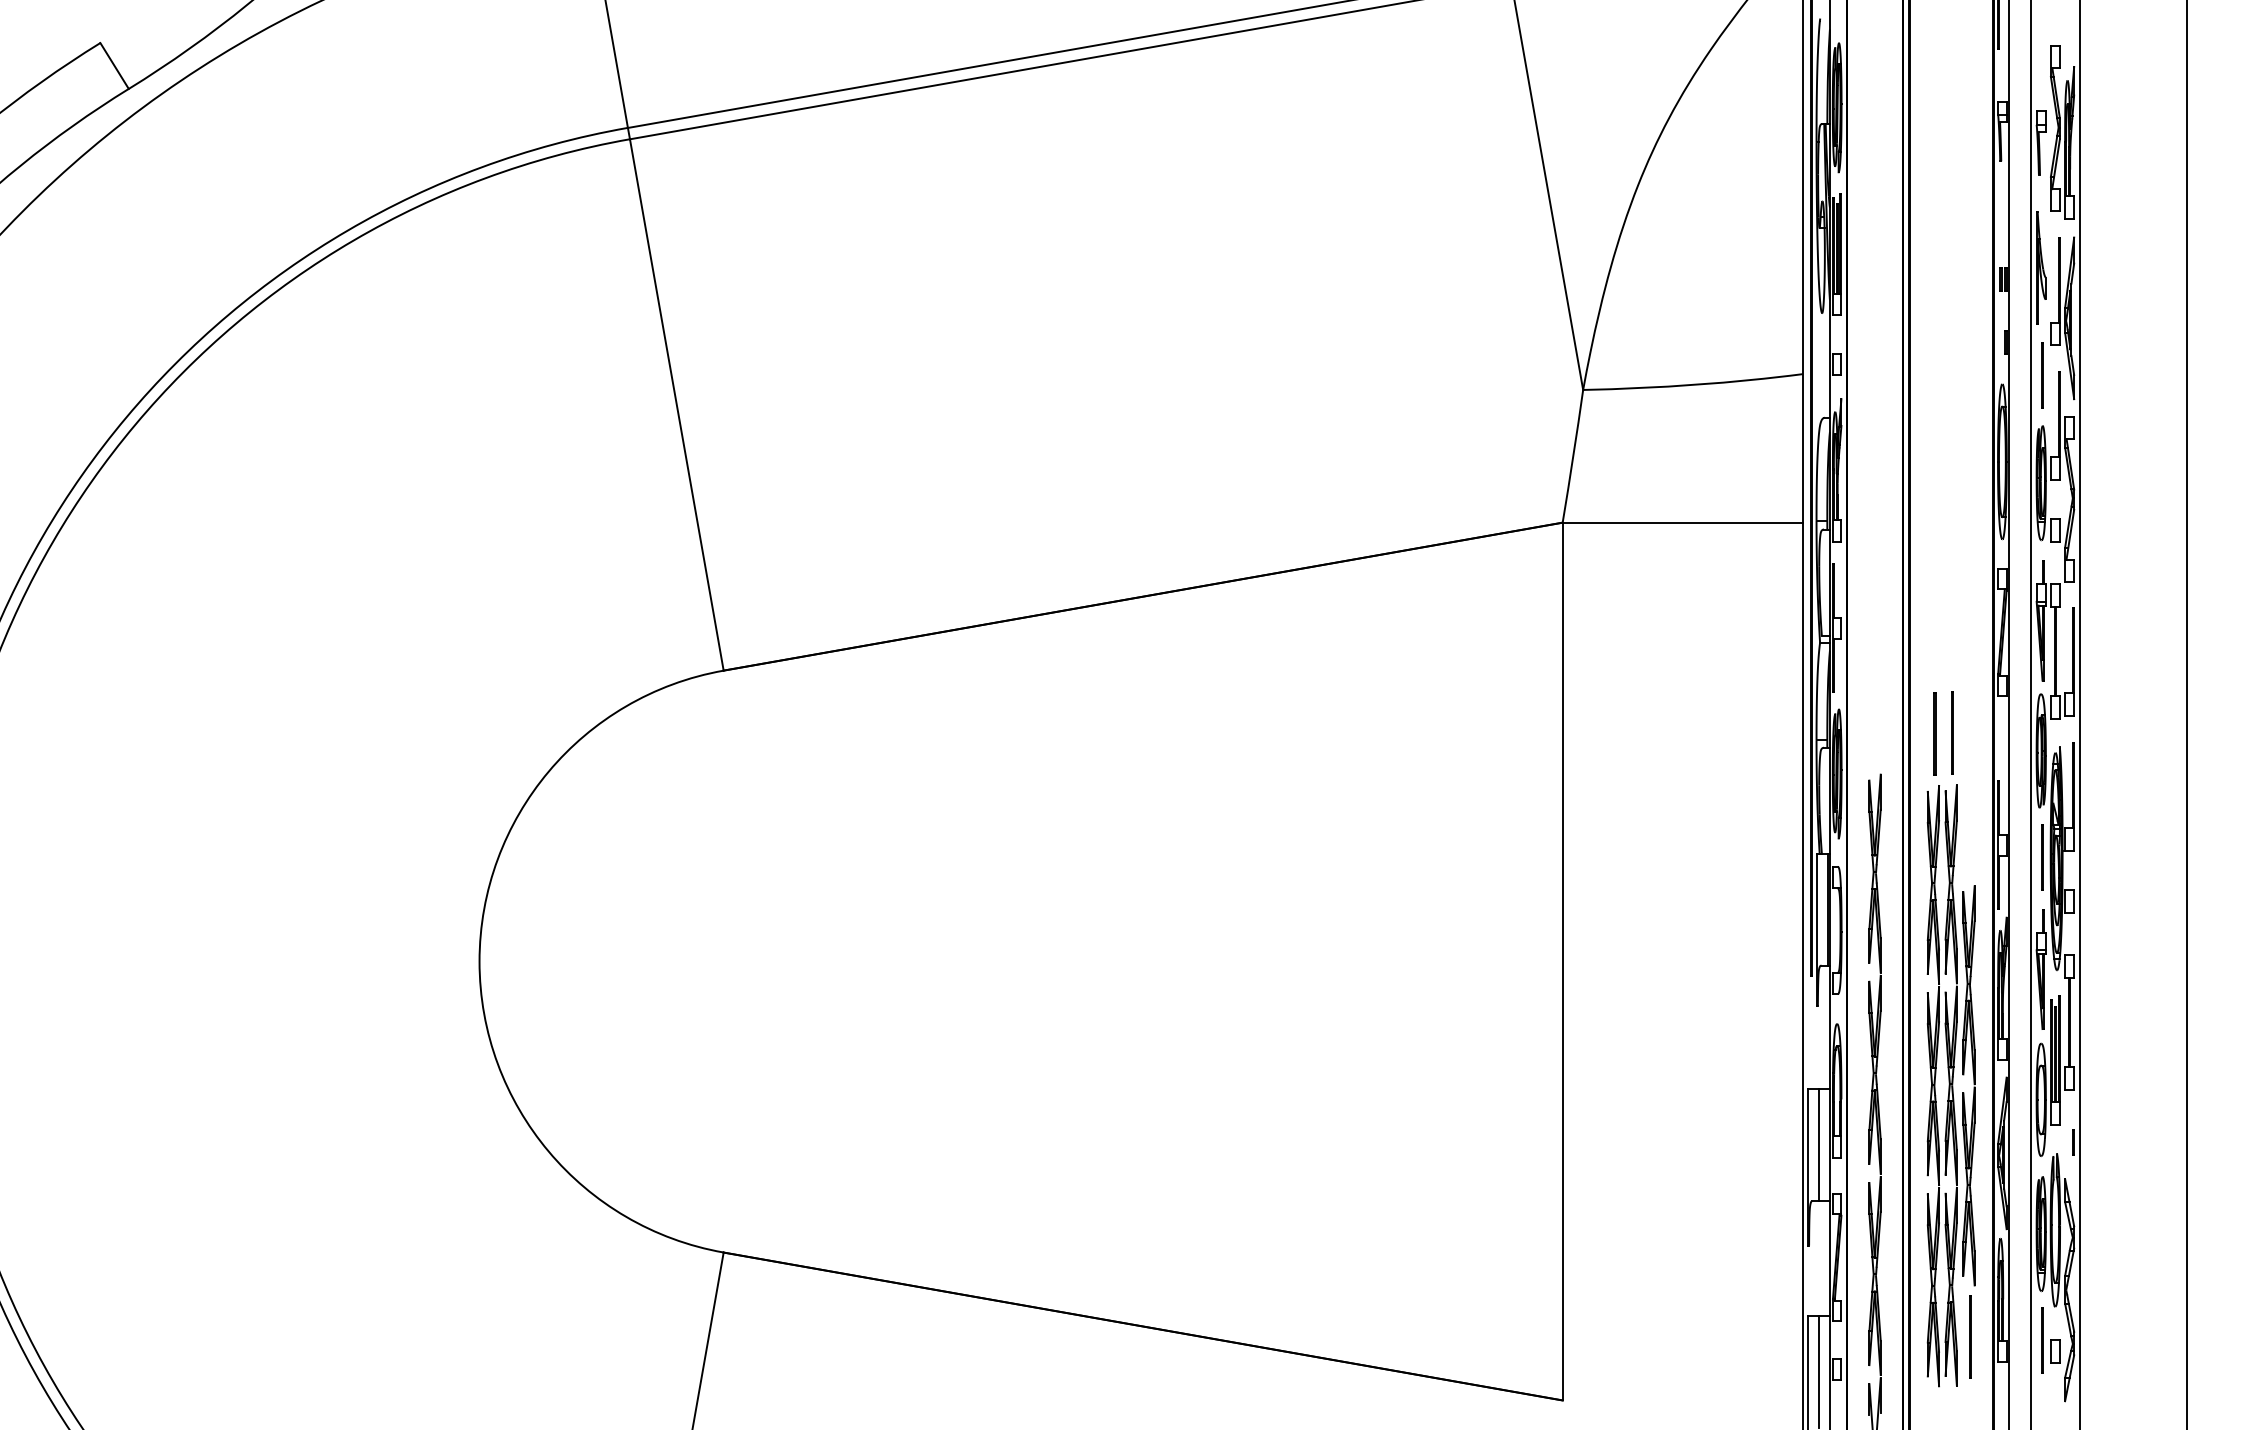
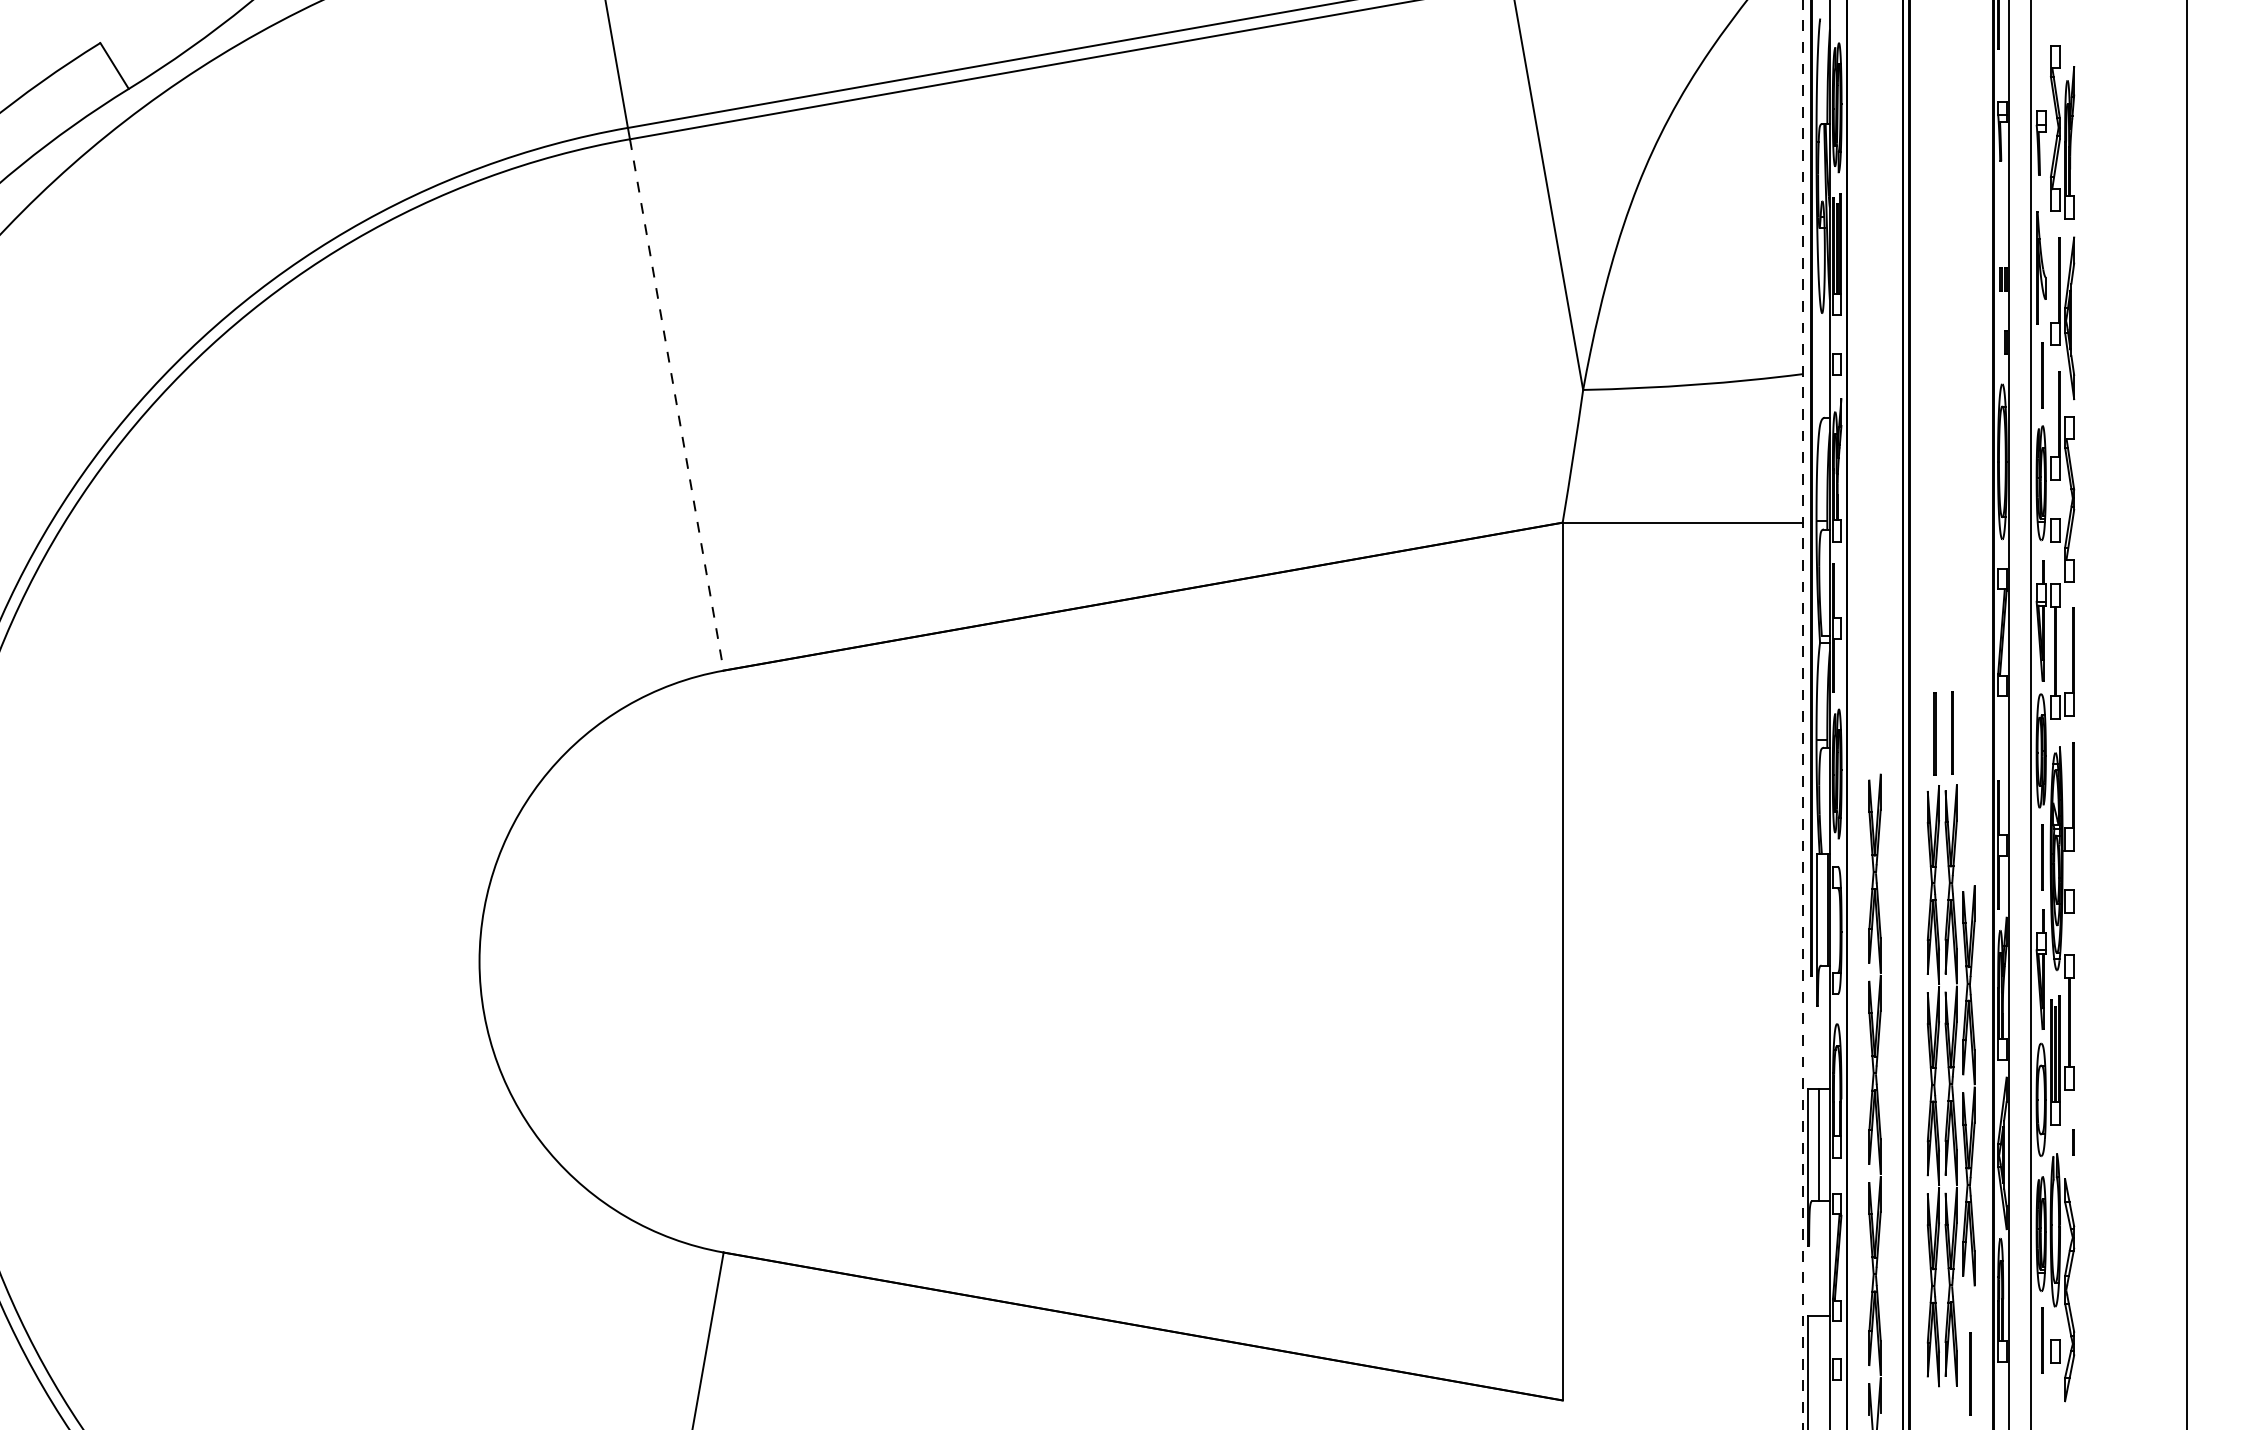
line at (676, 404): solid -> dashed
line at (1802, 714): solid -> dashed
line at (2079, 714): present -> none
line at (1970, 1336) position: (1970, 1336) -> (1970, 1373)
line at (1819, 1371): present -> none
